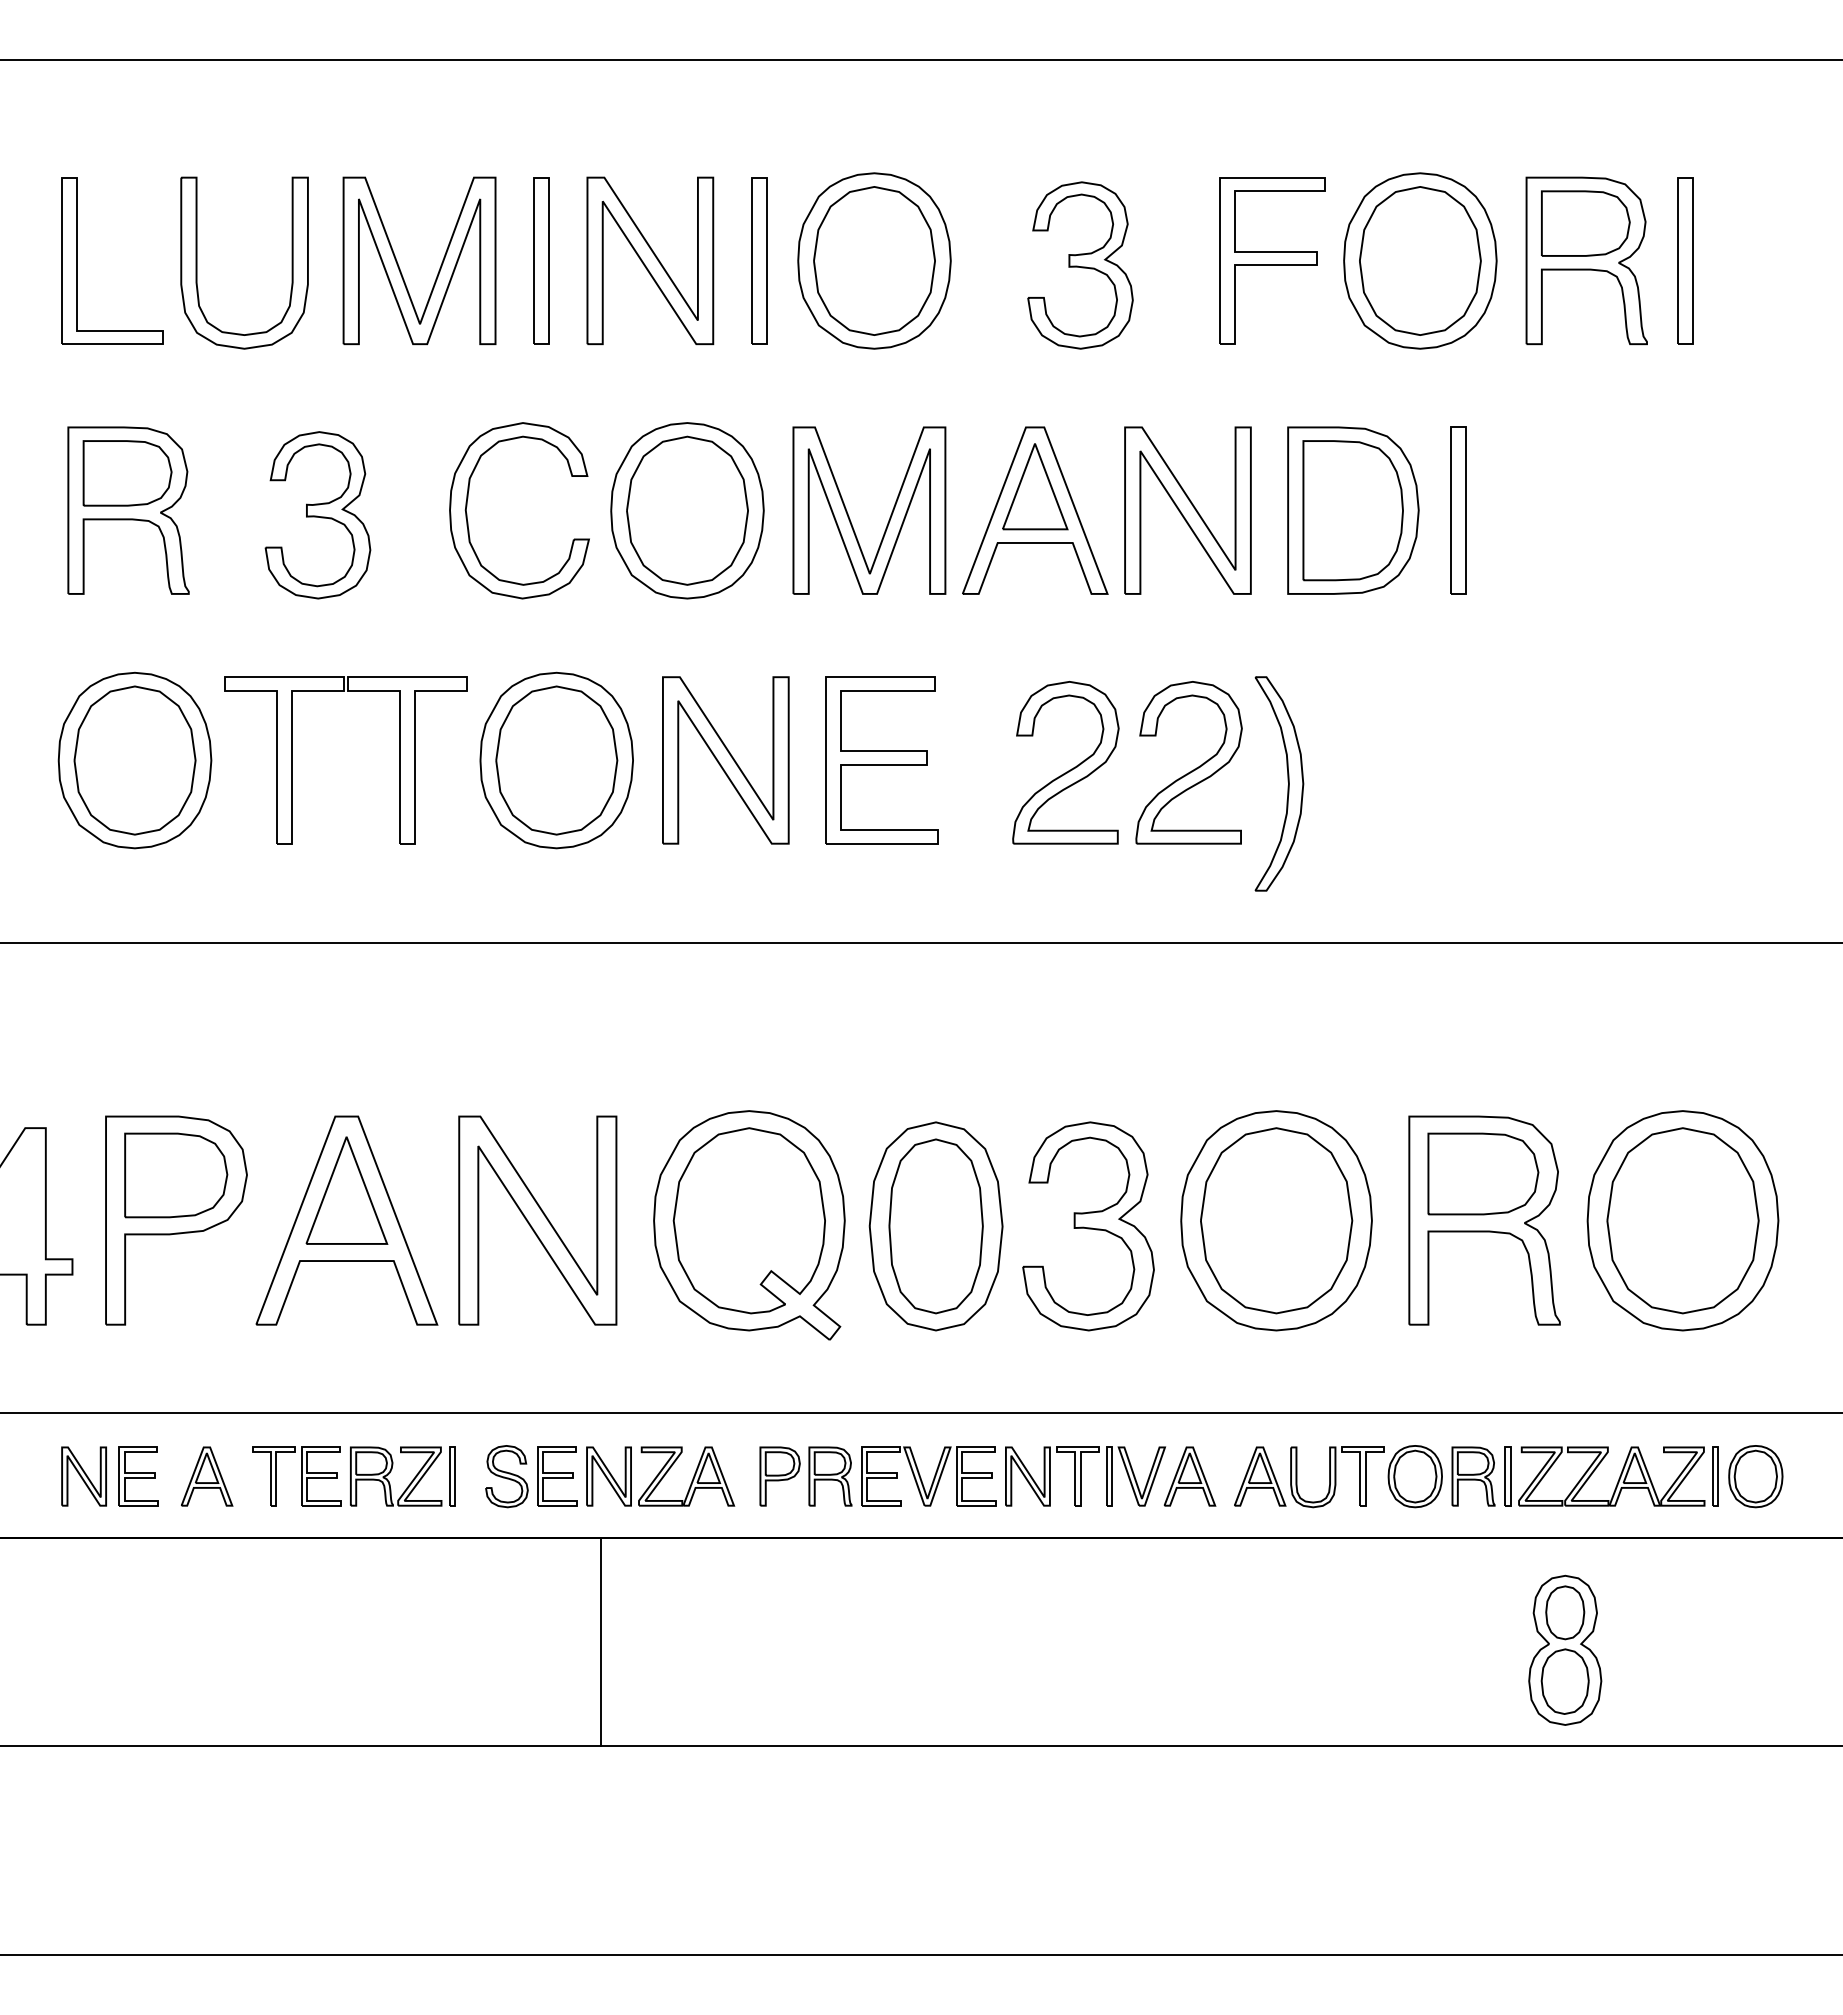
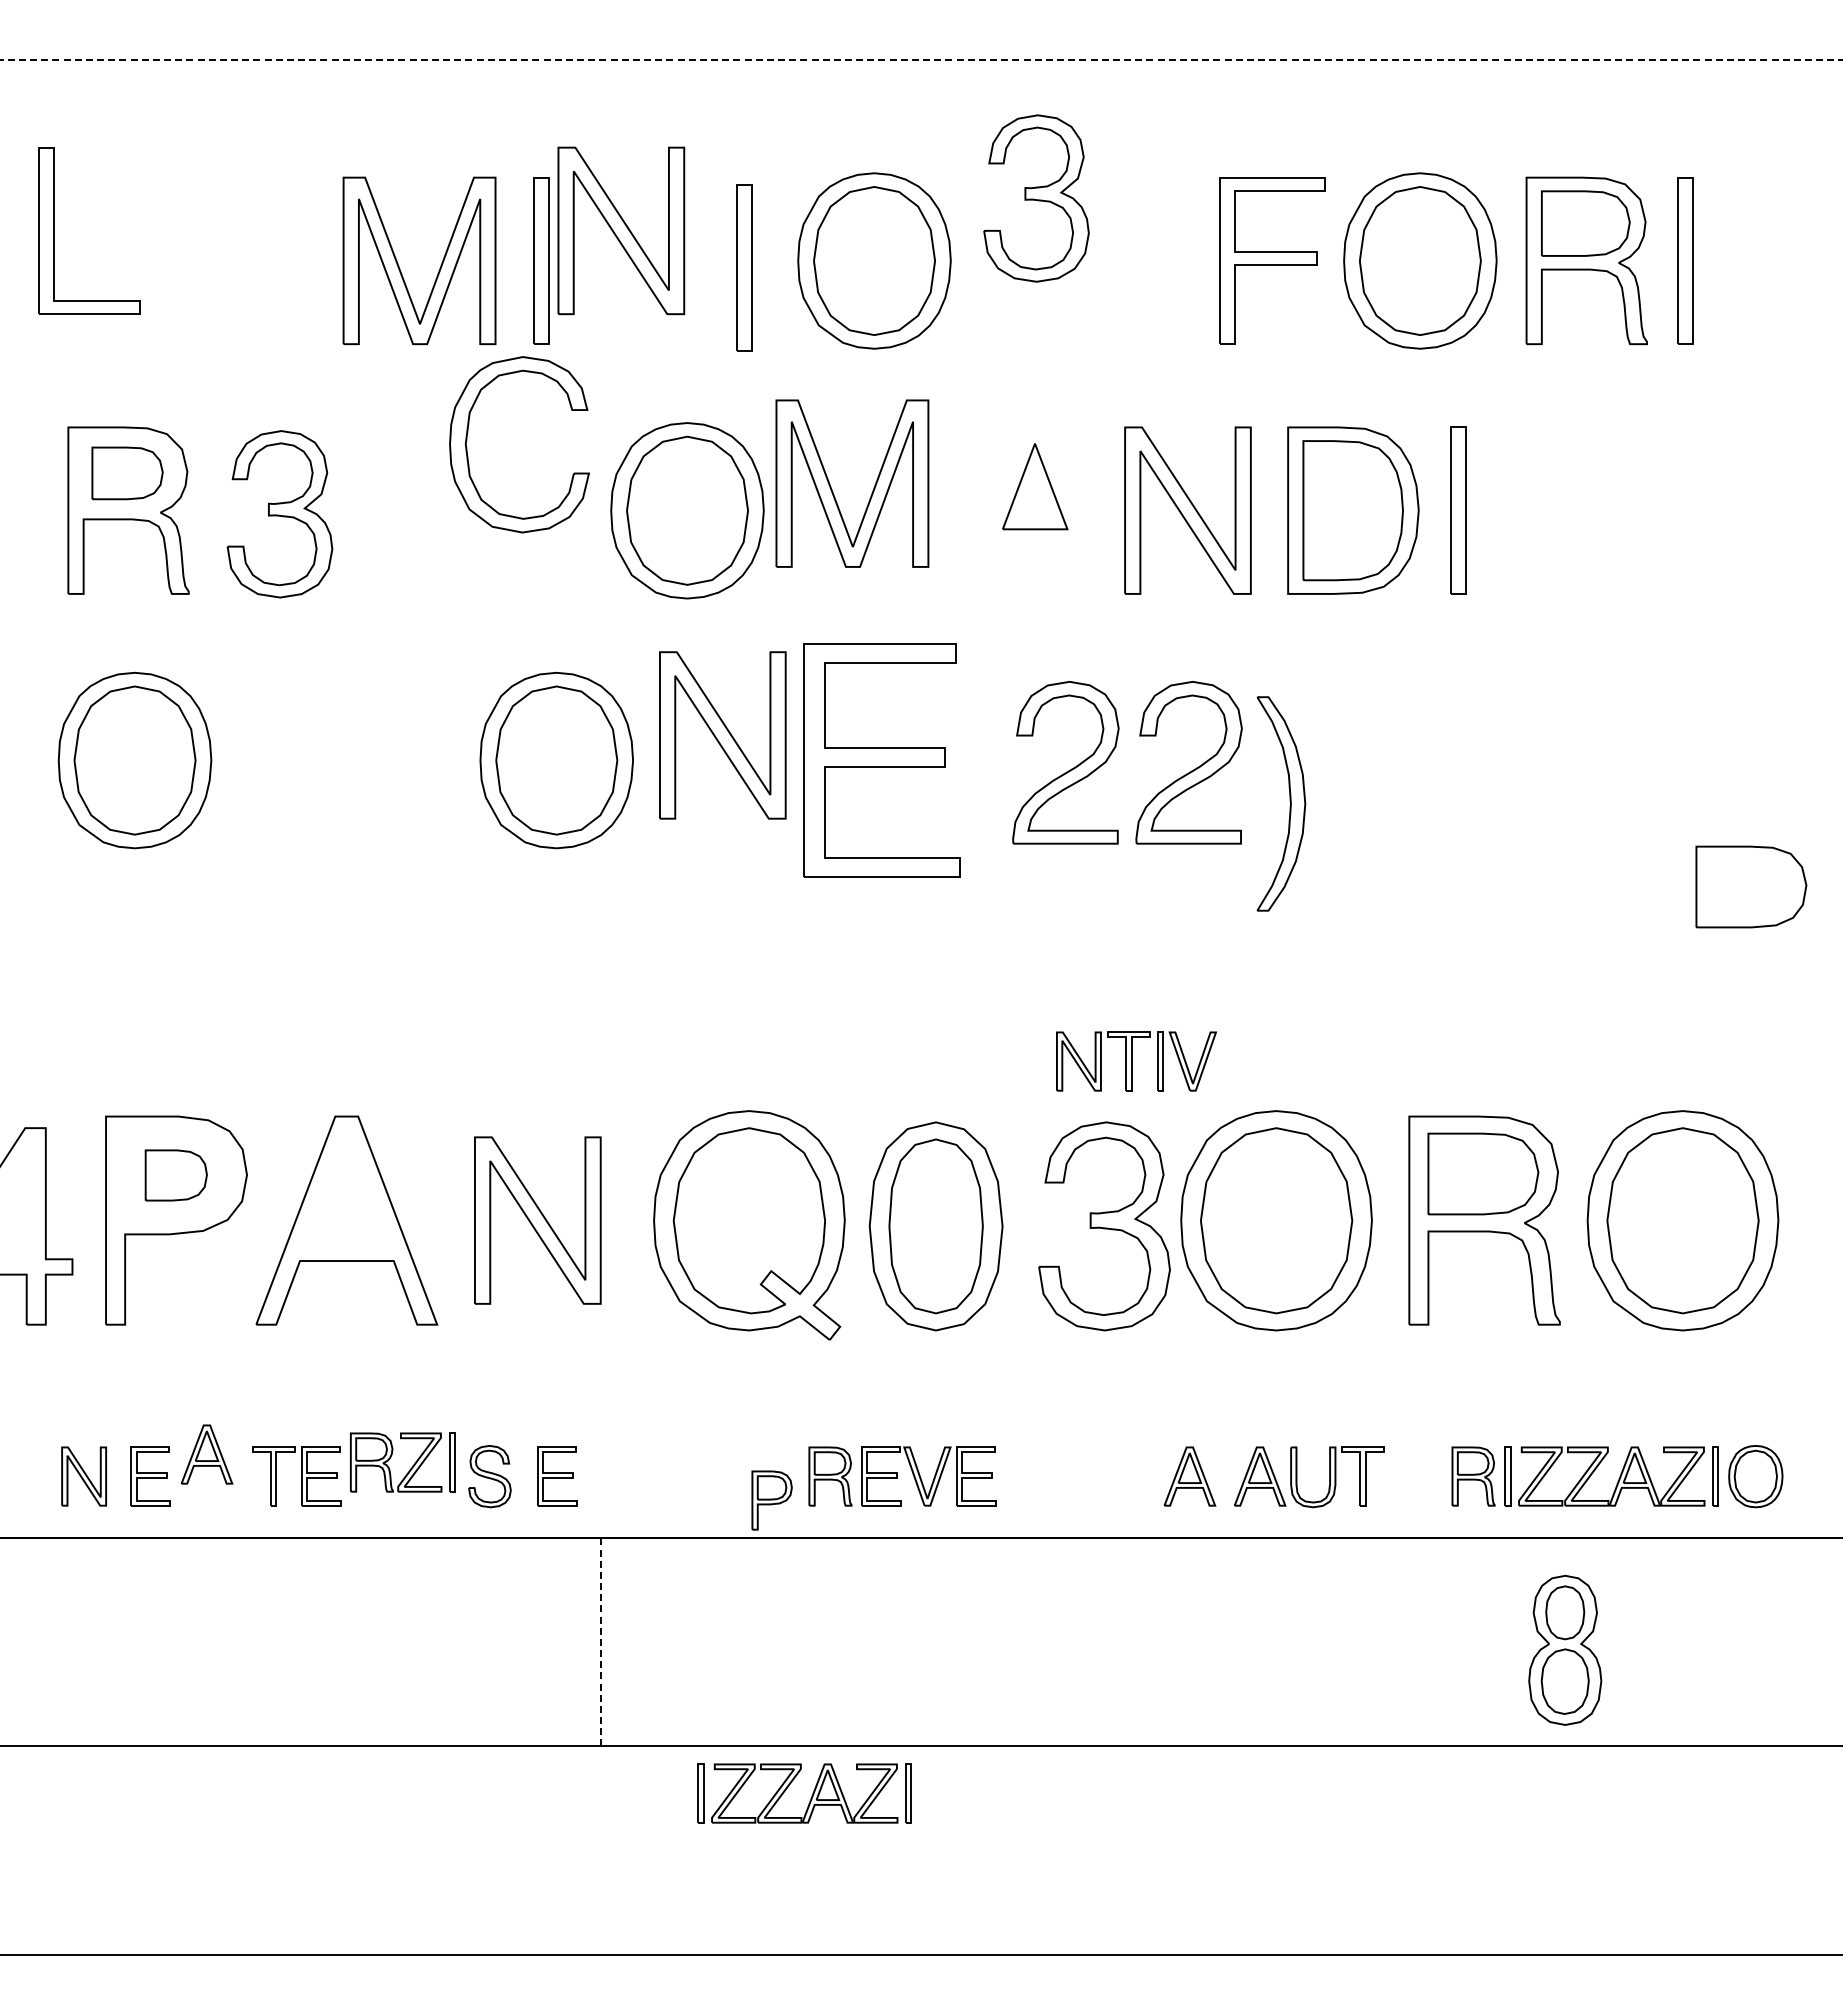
line at (922, 60): solid -> dashed
part at (77, 260) position: (77, 260) -> (54, 230)
part at (650, 260) position: (650, 260) -> (621, 230)
part at (759, 260) position: (759, 260) -> (744, 267)
part at (197, 262): present -> none
part at (1080, 265) position: (1080, 265) -> (1036, 198)
part at (127, 473) size: 91x67 px -> 73x55 px
part at (1035, 510): present -> none
part at (467, 513) position: (467, 513) -> (467, 447)
part at (317, 515) position: (317, 515) -> (279, 514)
part at (850, 518) position: (850, 518) -> (833, 491)
part at (292, 760): present -> none
part at (725, 760) position: (725, 760) -> (722, 735)
part at (881, 760) size: 114x169 px -> 158x235 px
part at (1287, 781) position: (1287, 781) -> (1289, 801)
part at (1751, 886): none -> present
line at (920, 942): present -> none
part at (176, 1175) size: 105x87 px -> 64x53 px
part at (346, 1190): present -> none
part at (537, 1220) size: 160x211 px -> 128x169 px
part at (1088, 1226) position: (1088, 1226) -> (1104, 1226)
line at (920, 1413): present -> none
part at (138, 1476) position: (138, 1476) -> (150, 1476)
part at (207, 1476) position: (207, 1476) -> (207, 1454)
part at (506, 1476) position: (506, 1476) -> (489, 1476)
part at (660, 1476): present -> none
part at (779, 1476) position: (779, 1476) -> (771, 1500)
part at (1085, 1476) position: (1085, 1476) -> (1136, 1061)
part at (1414, 1476): present -> none
part at (409, 1483) position: (409, 1483) -> (409, 1469)
line at (600, 1641): solid -> dashed
part at (811, 1795): none -> present
